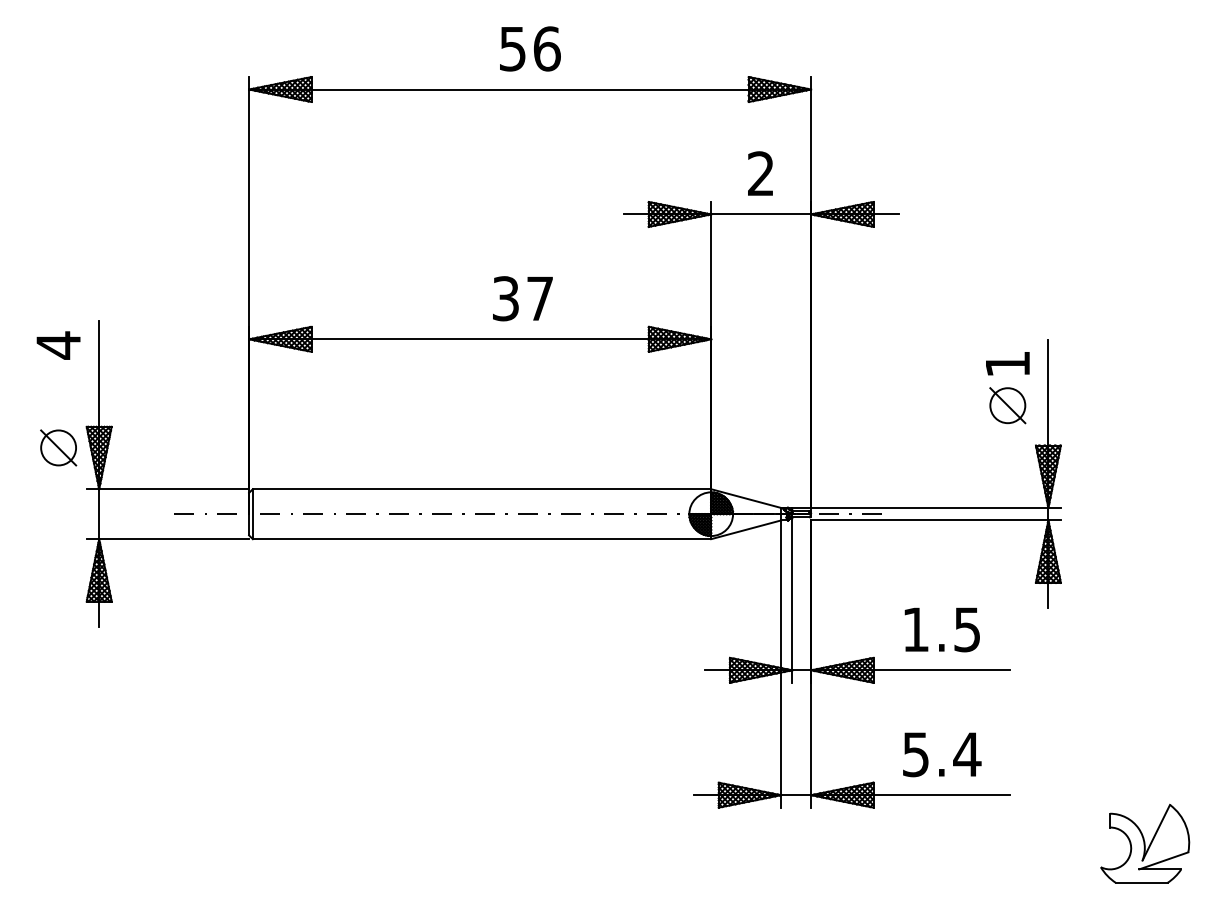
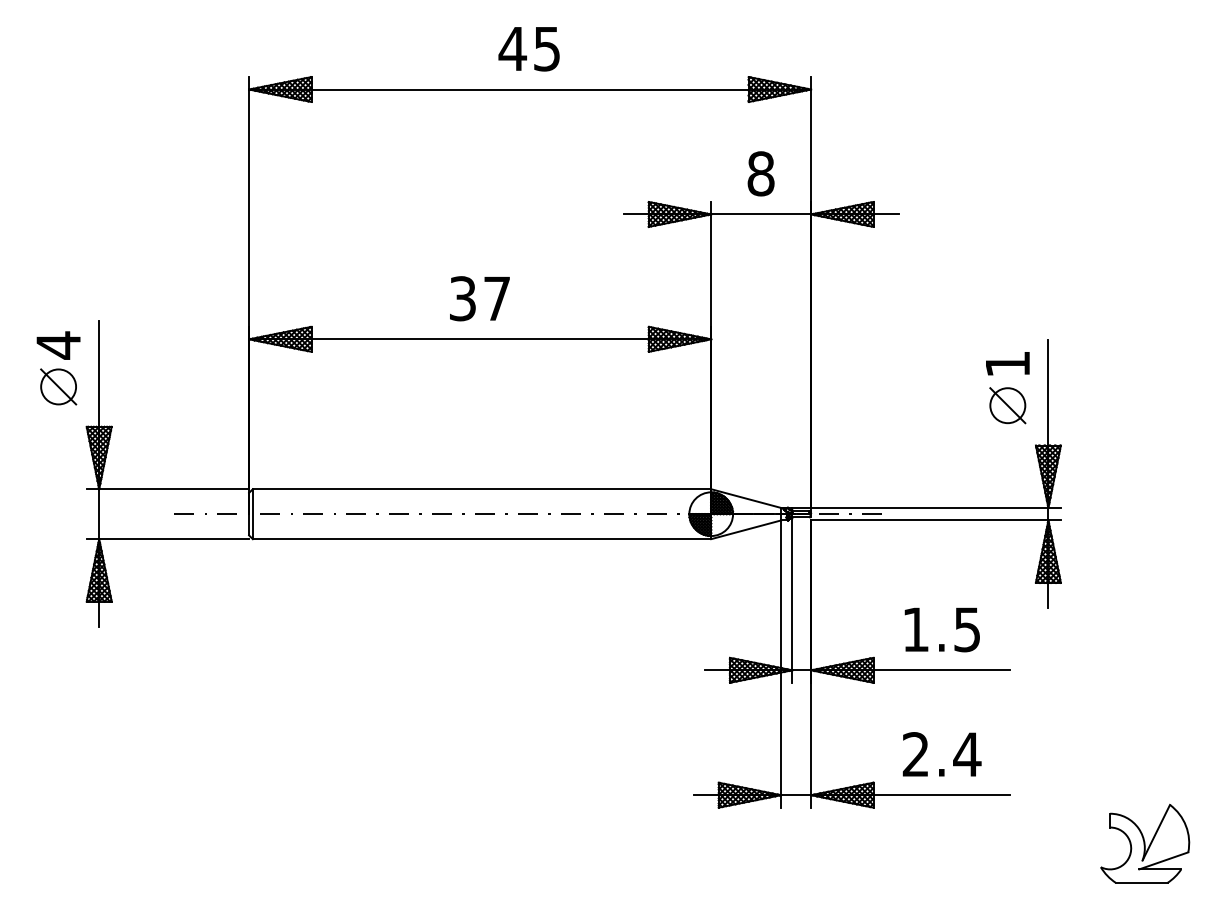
text at (529, 48): 56 -> 45
text at (760, 173): 2 -> 8
text at (522, 298) position: (522, 298) -> (479, 298)
part at (58, 447) position: (58, 447) -> (58, 386)
text at (915, 754): 5.4 -> 2.4
